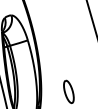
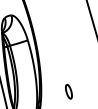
part at (68, 91) size: 12x25 px -> 8x17 px
